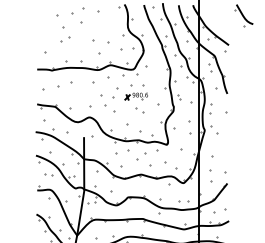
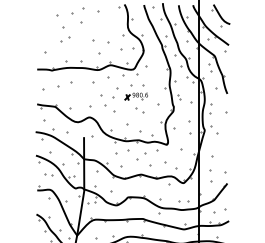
part at (243, 15) position: (243, 15) -> (220, 15)
